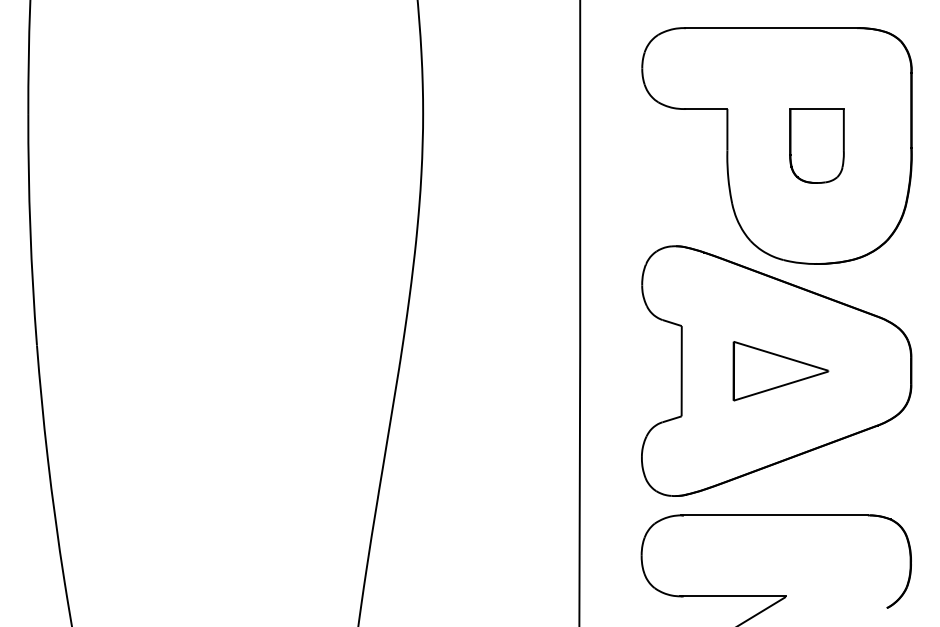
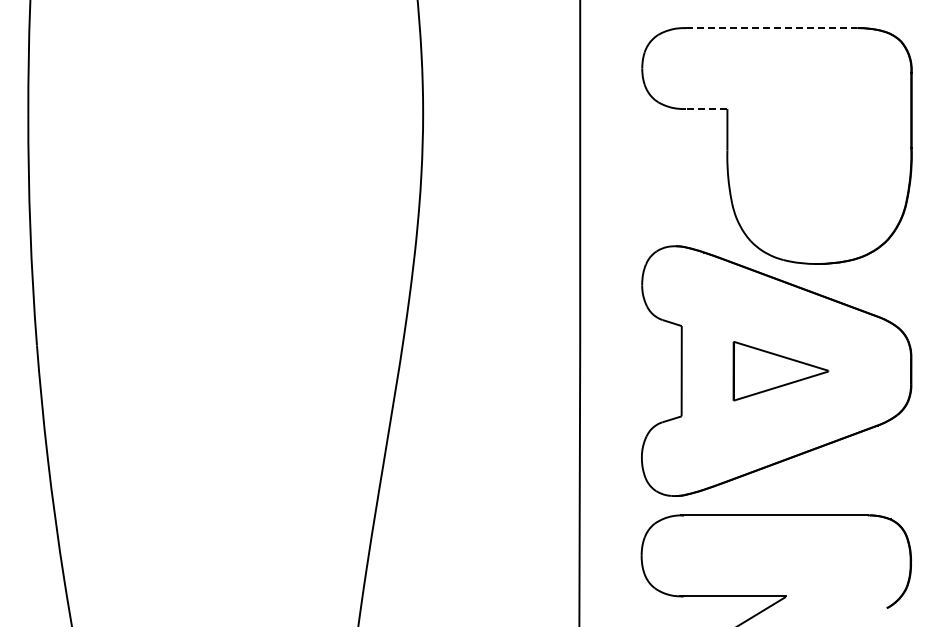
line at (771, 28): solid -> dashed
line at (706, 109): solid -> dashed
part at (816, 145): present -> none
